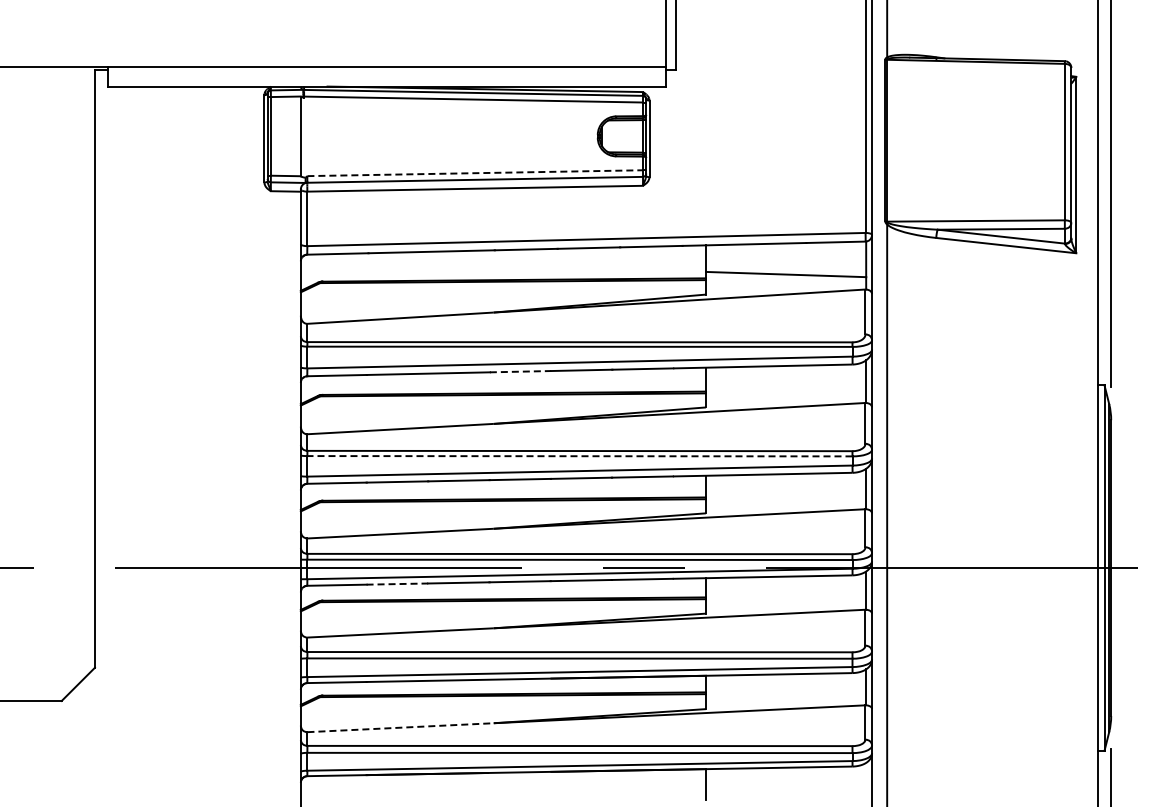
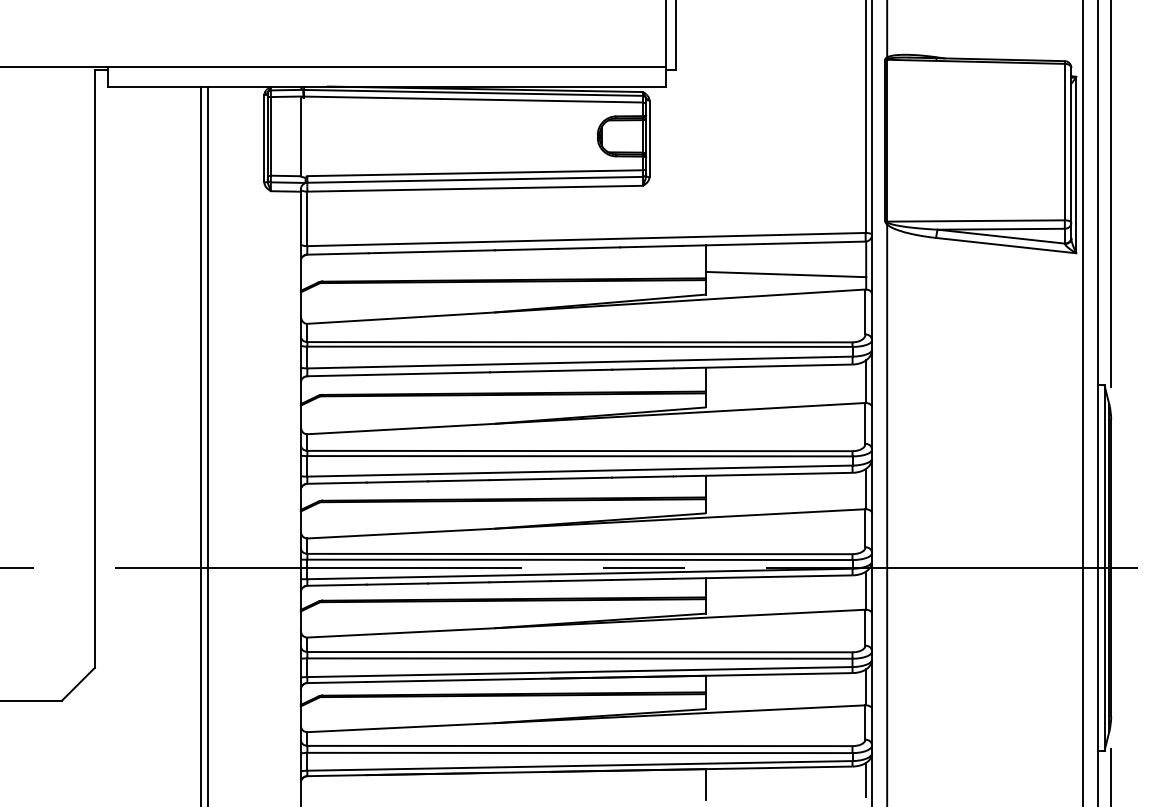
line at (475, 173): dashed -> solid
line at (520, 371): dashed -> solid
line at (1082, 402): none -> present
line at (201, 444): none -> present
line at (207, 444): none -> present
line at (579, 456): dashed -> solid
line at (397, 584): dashed -> solid
line at (401, 727): dashed -> solid
line at (866, 779): none -> present
